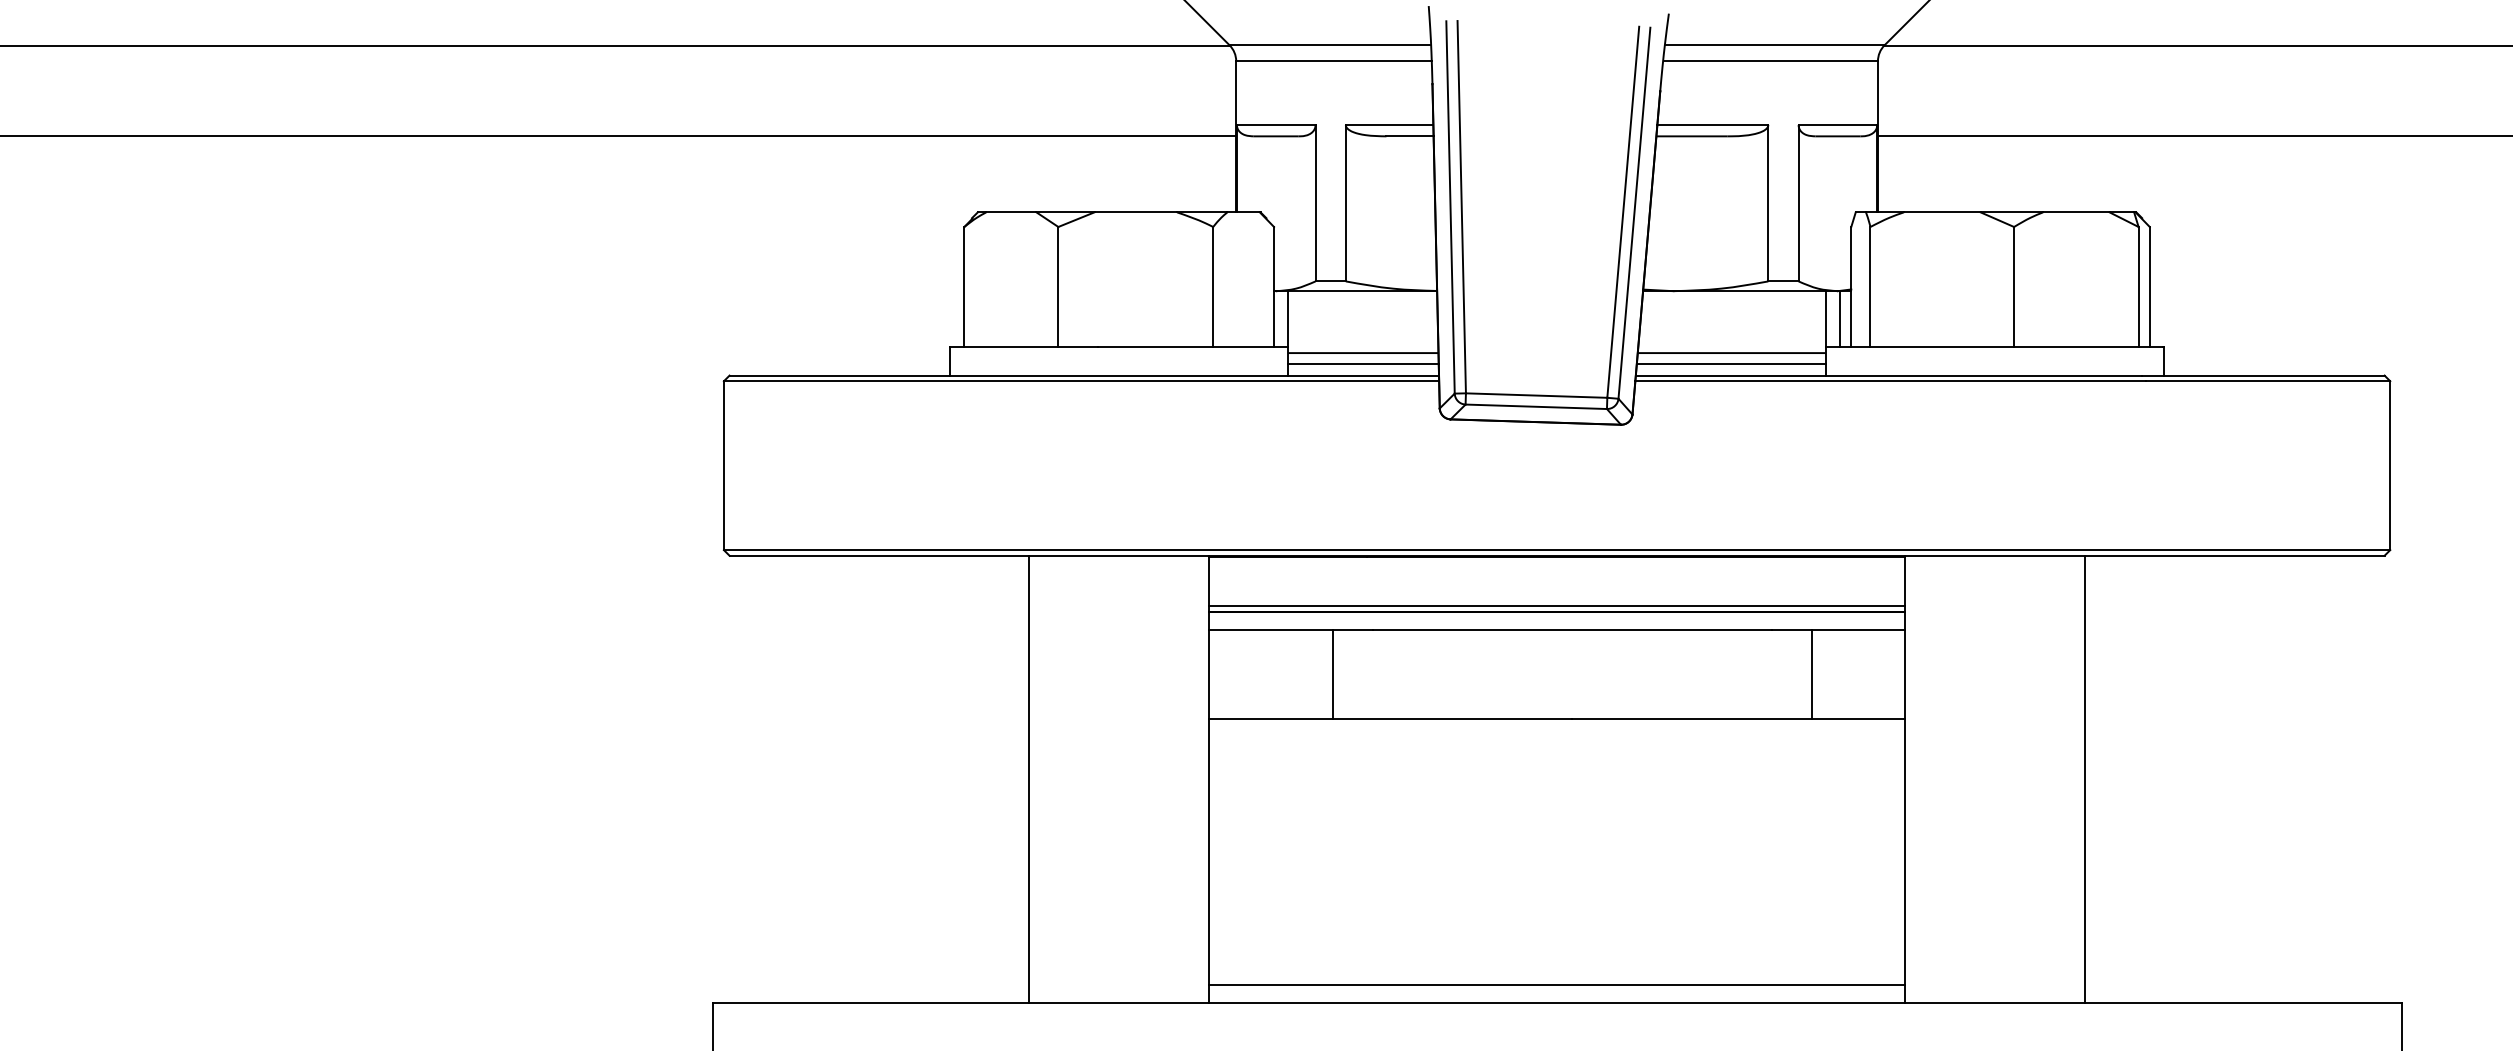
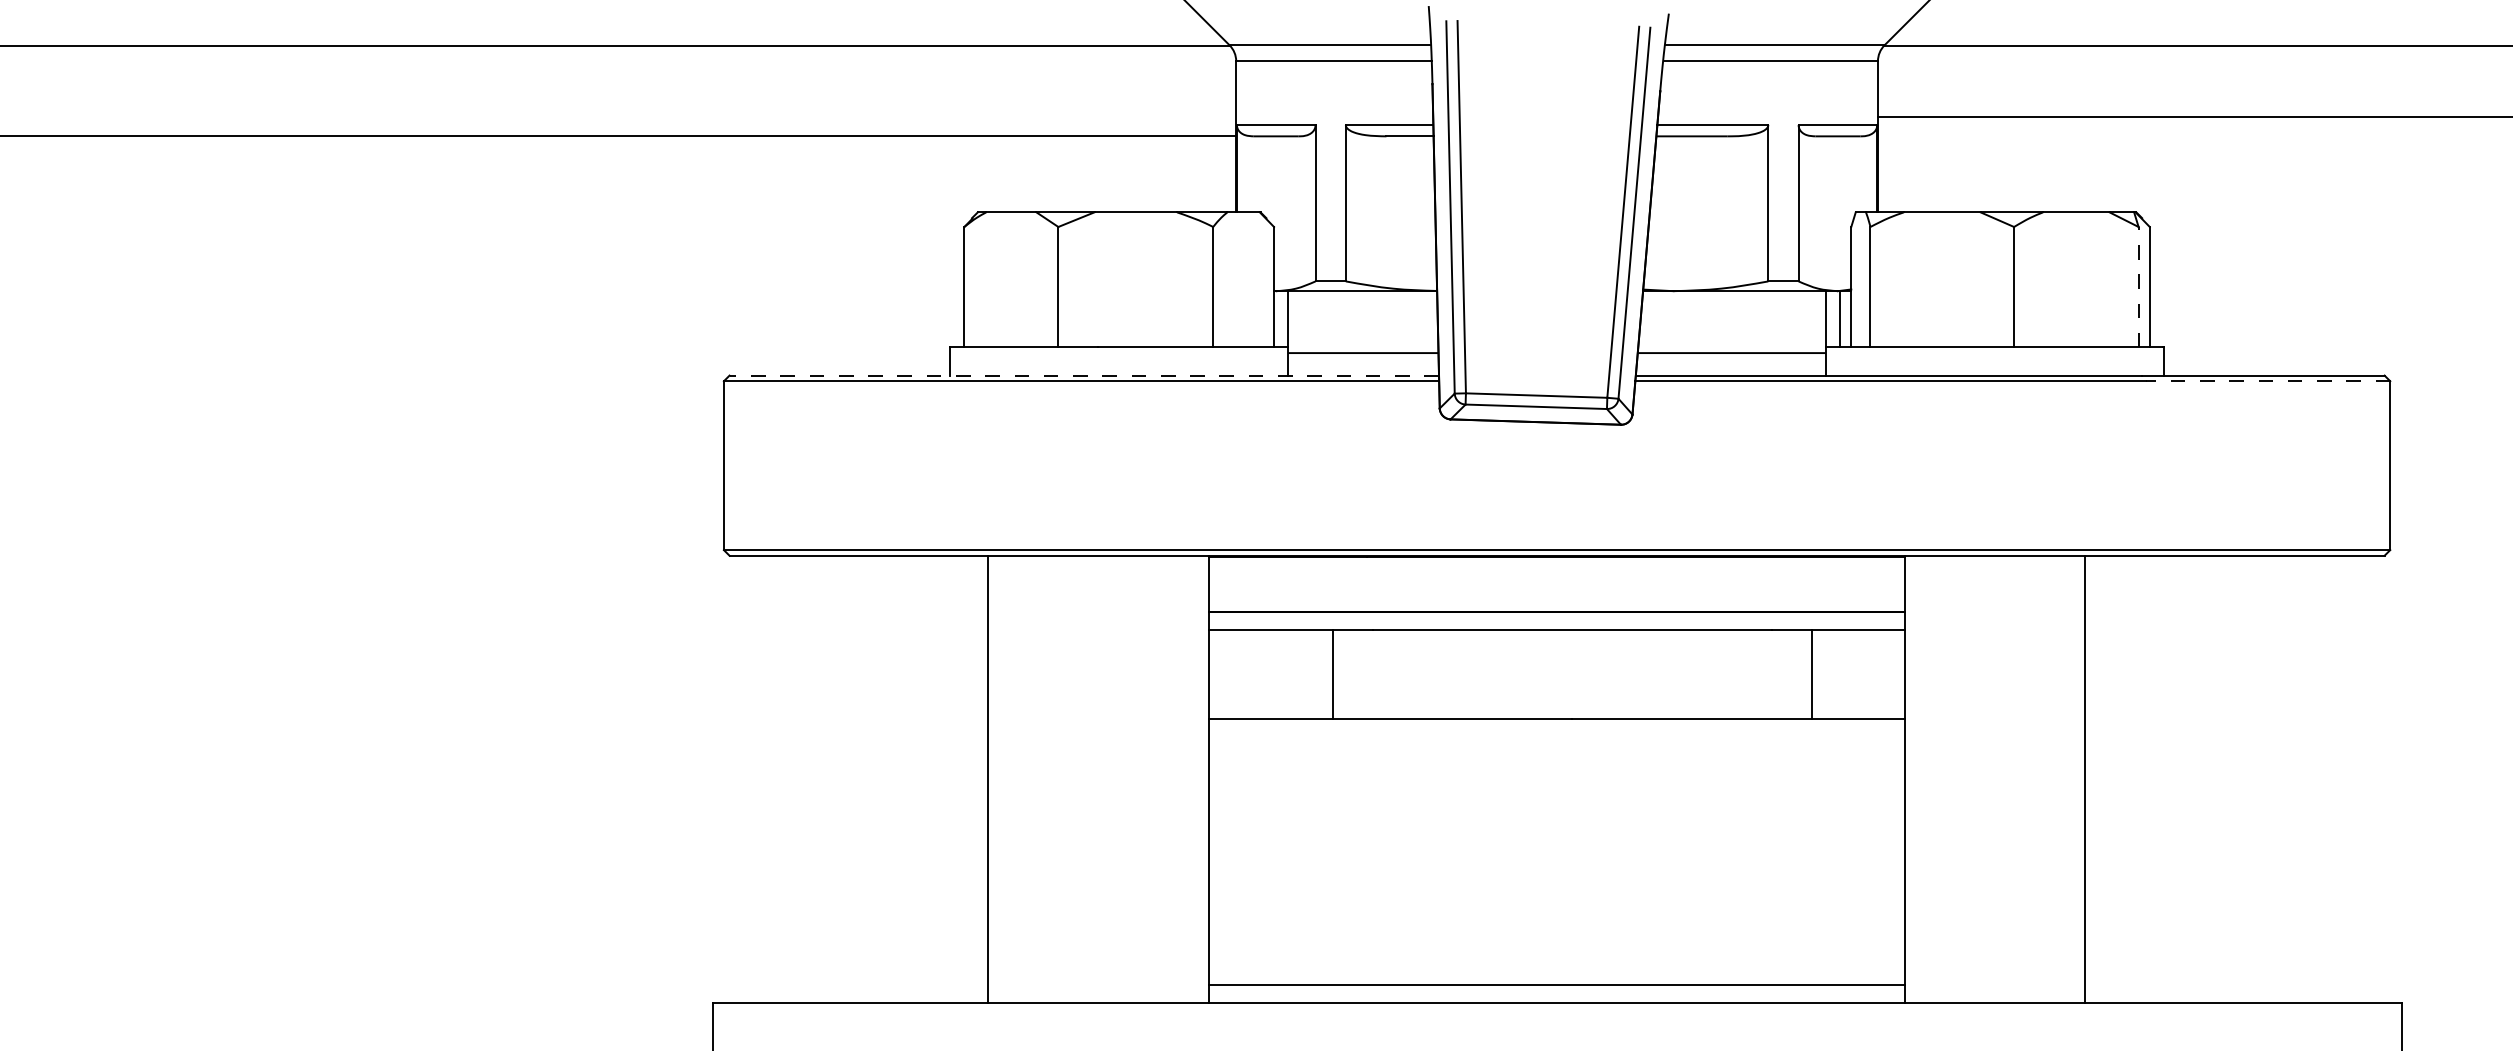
line at (2193, 135) position: (2193, 135) -> (2193, 116)
line at (2138, 286): solid -> dashed
line at (1363, 364): present -> none
line at (1731, 364): present -> none
line at (1084, 375): solid -> dashed
line at (2267, 381): solid -> dashed
line at (1556, 606): present -> none
line at (1029, 778) position: (1029, 778) -> (988, 778)
